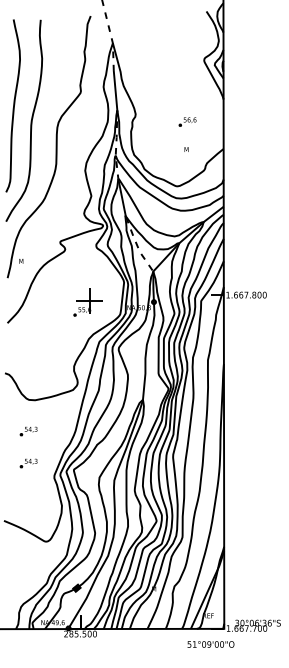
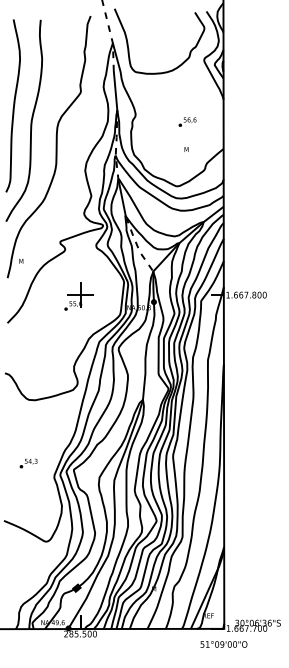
curve at (168, 70): none -> present
part at (87, 302) position: (87, 302) -> (78, 296)
part at (28, 431): present -> none
text at (210, 644) position: (210, 644) -> (223, 644)
